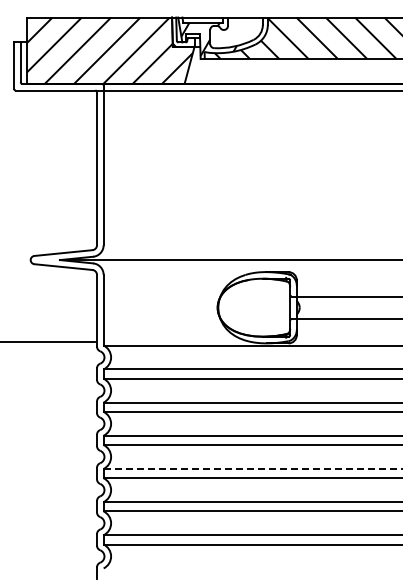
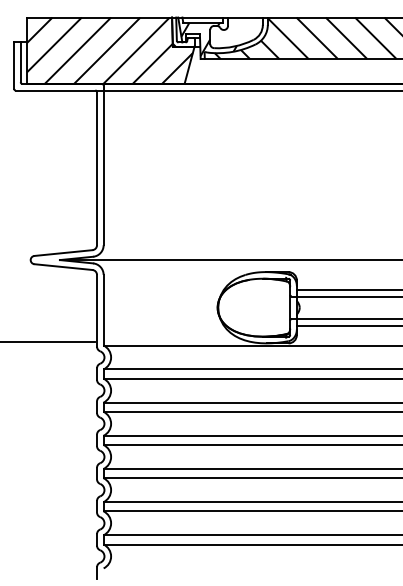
line at (347, 289): none -> present
line at (347, 325): none -> present
line at (253, 468): dashed -> solid
